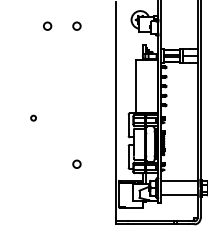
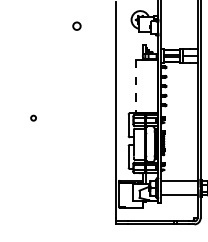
circle at (47, 25): present -> none
line at (135, 86): solid -> dashed
circle at (76, 163): present -> none
